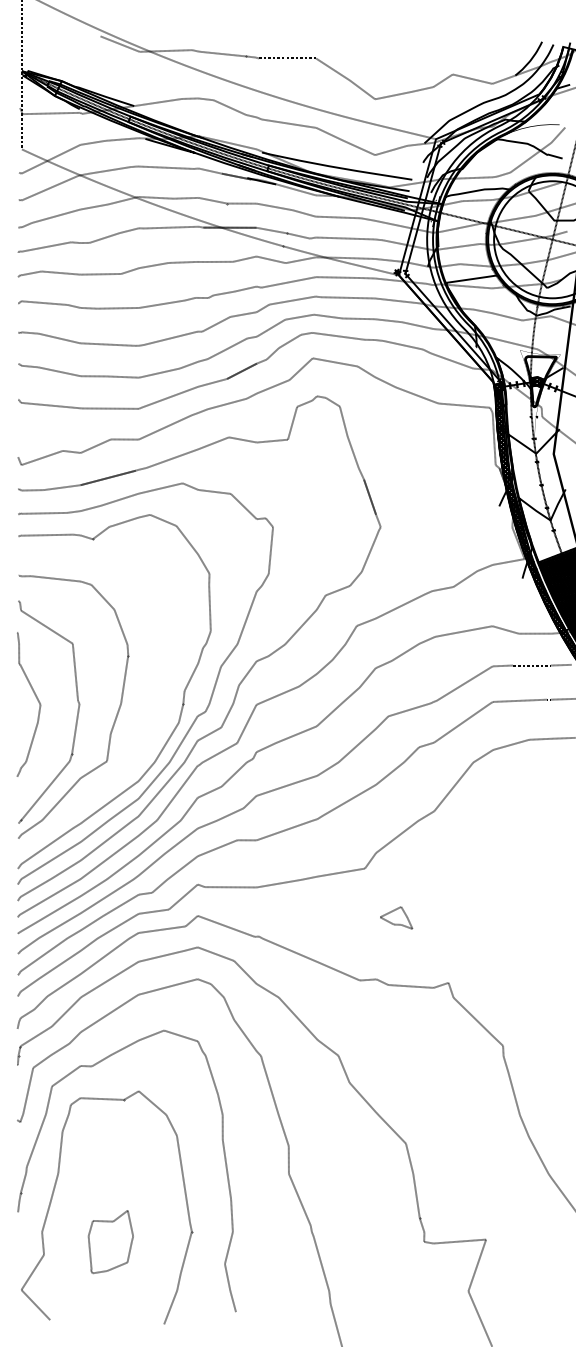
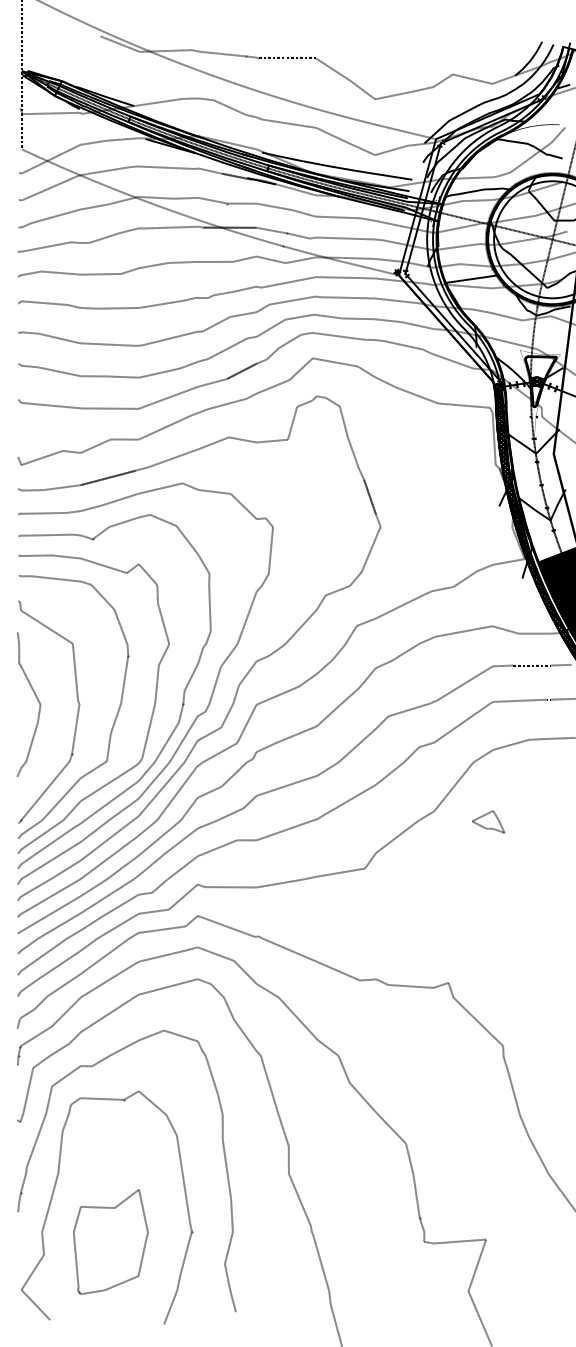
curve at (150, 718): none -> present
part at (396, 917) position: (396, 917) -> (488, 821)
part at (110, 1241) size: 47x64 px -> 76x106 px
